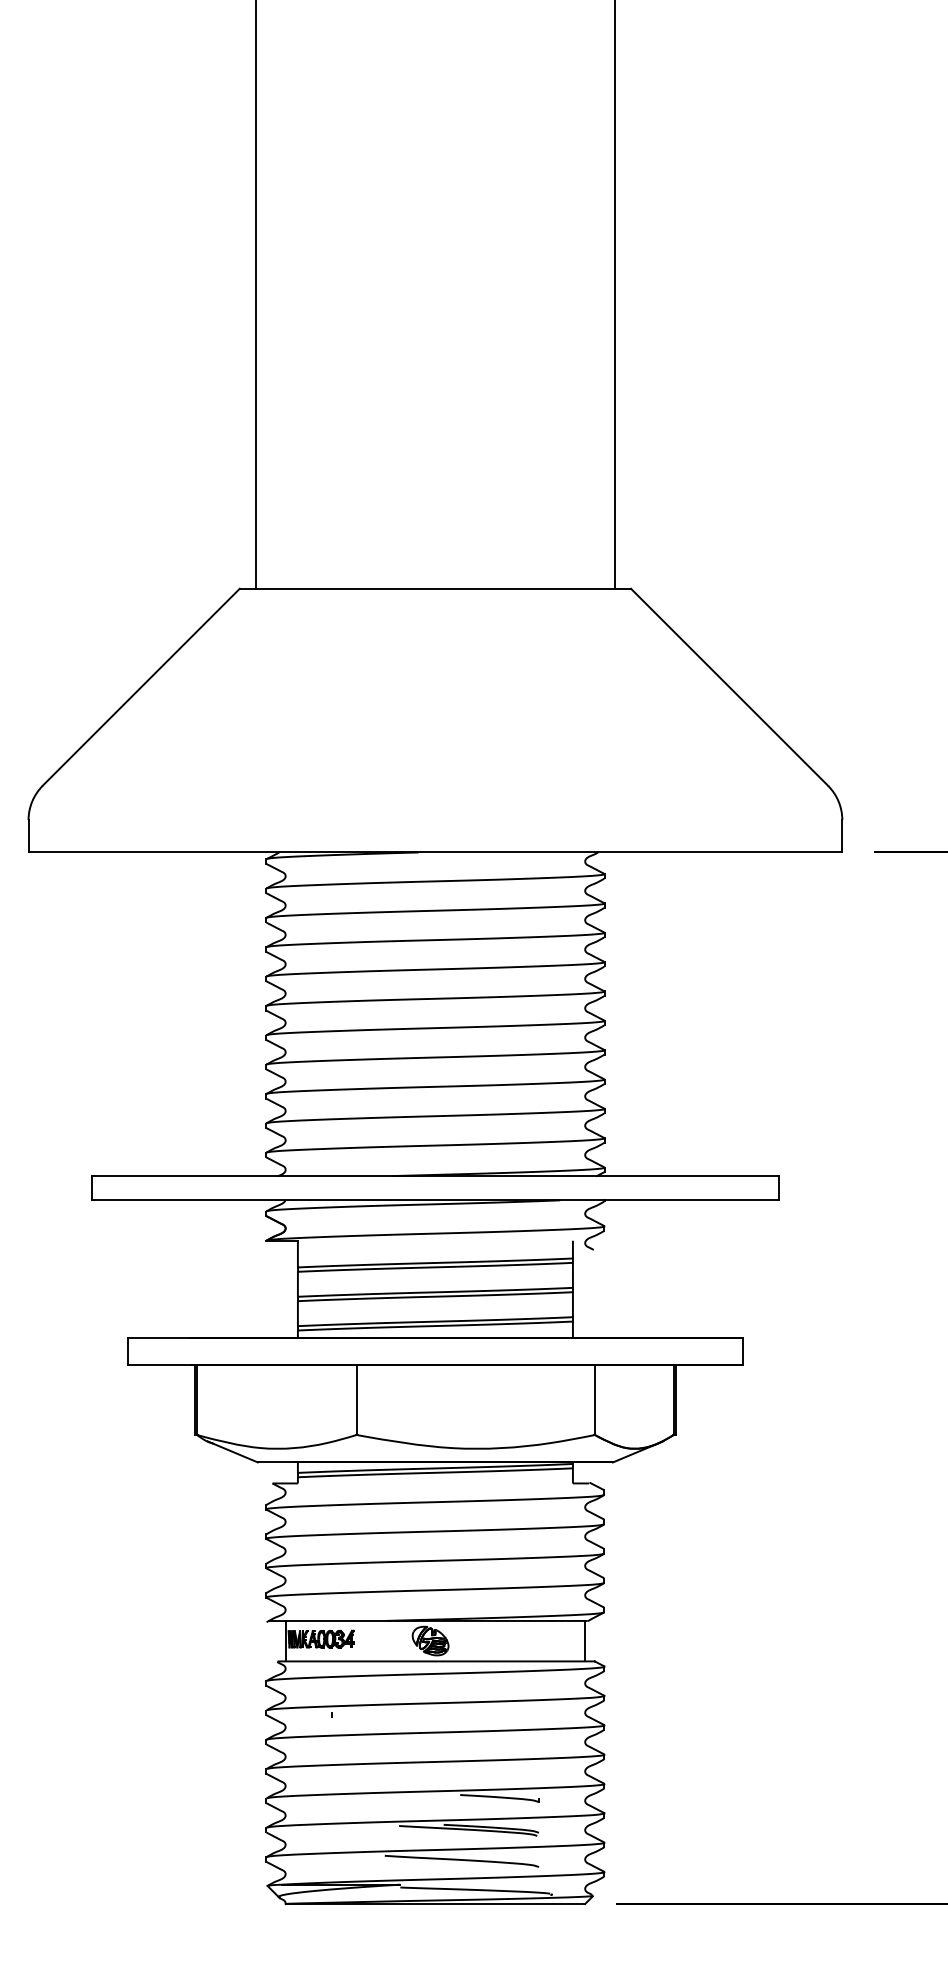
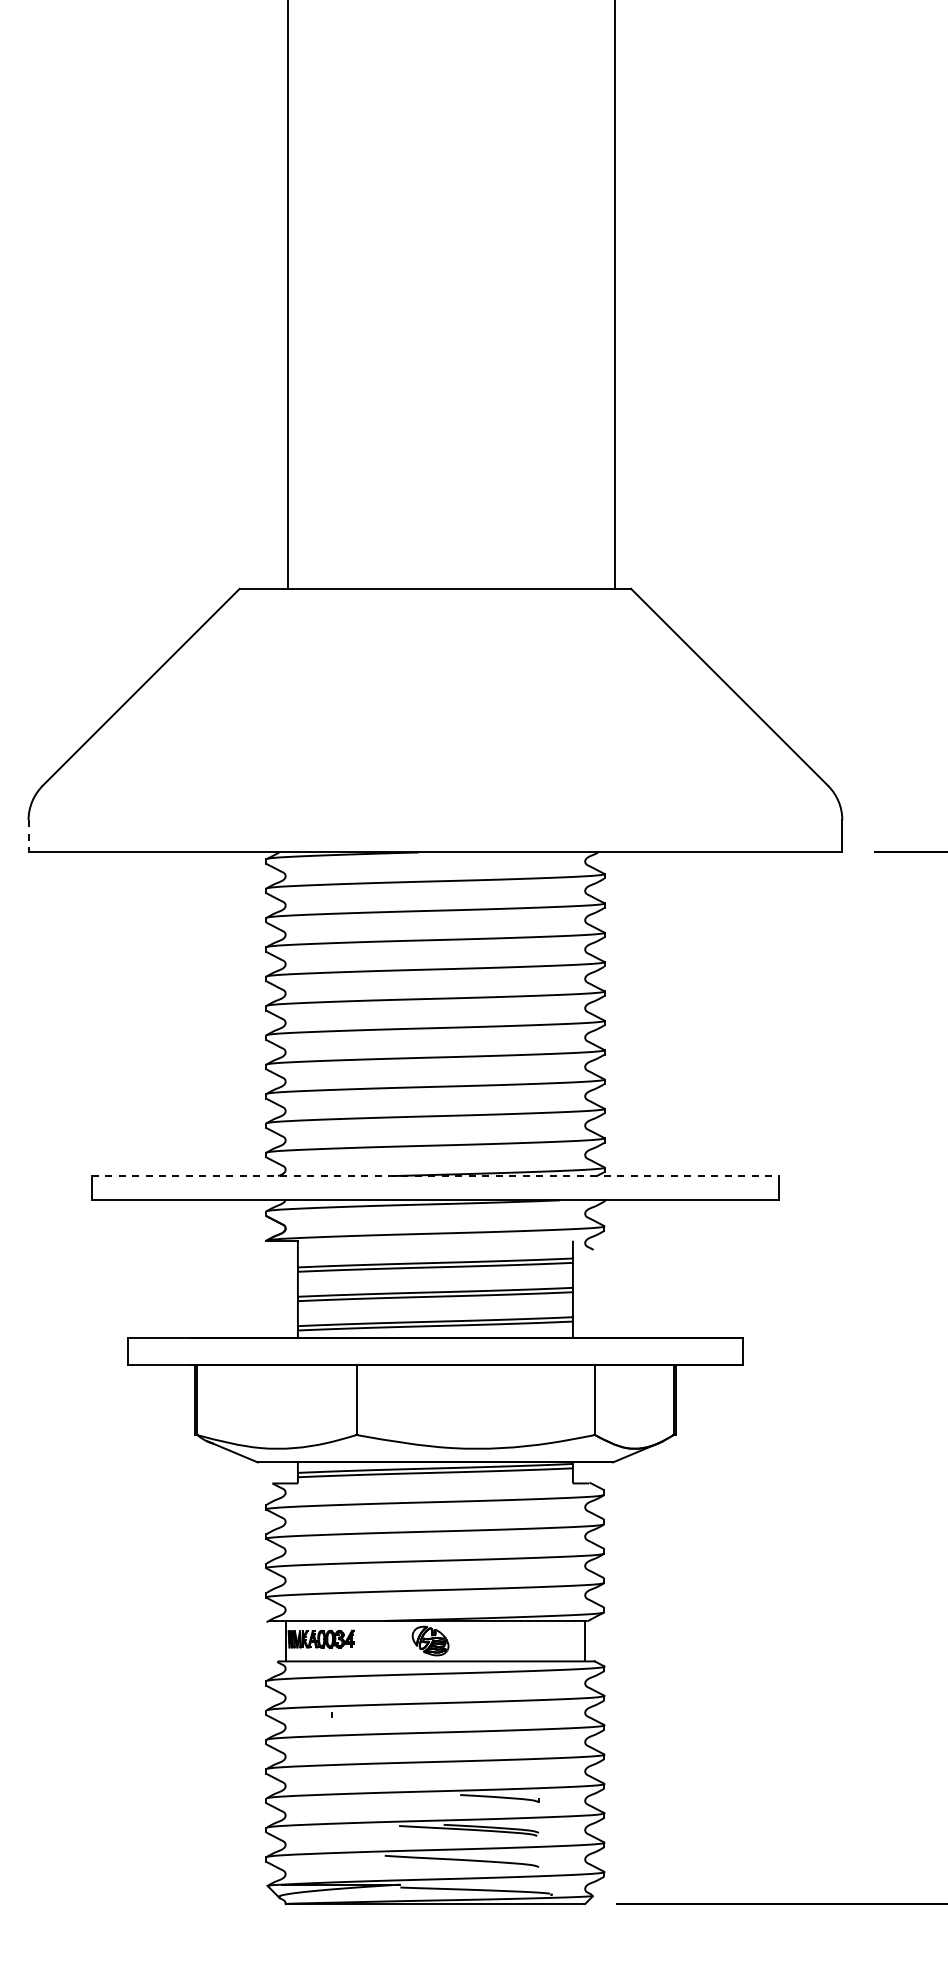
line at (255, 295) position: (255, 295) -> (287, 295)
line at (28, 836): solid -> dashed
line at (435, 1176): solid -> dashed
